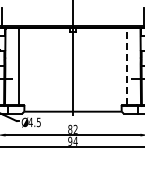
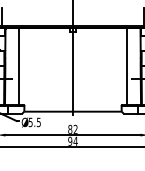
line at (126, 66): dashed -> solid
text at (30, 122): 4.5 -> 5.5
